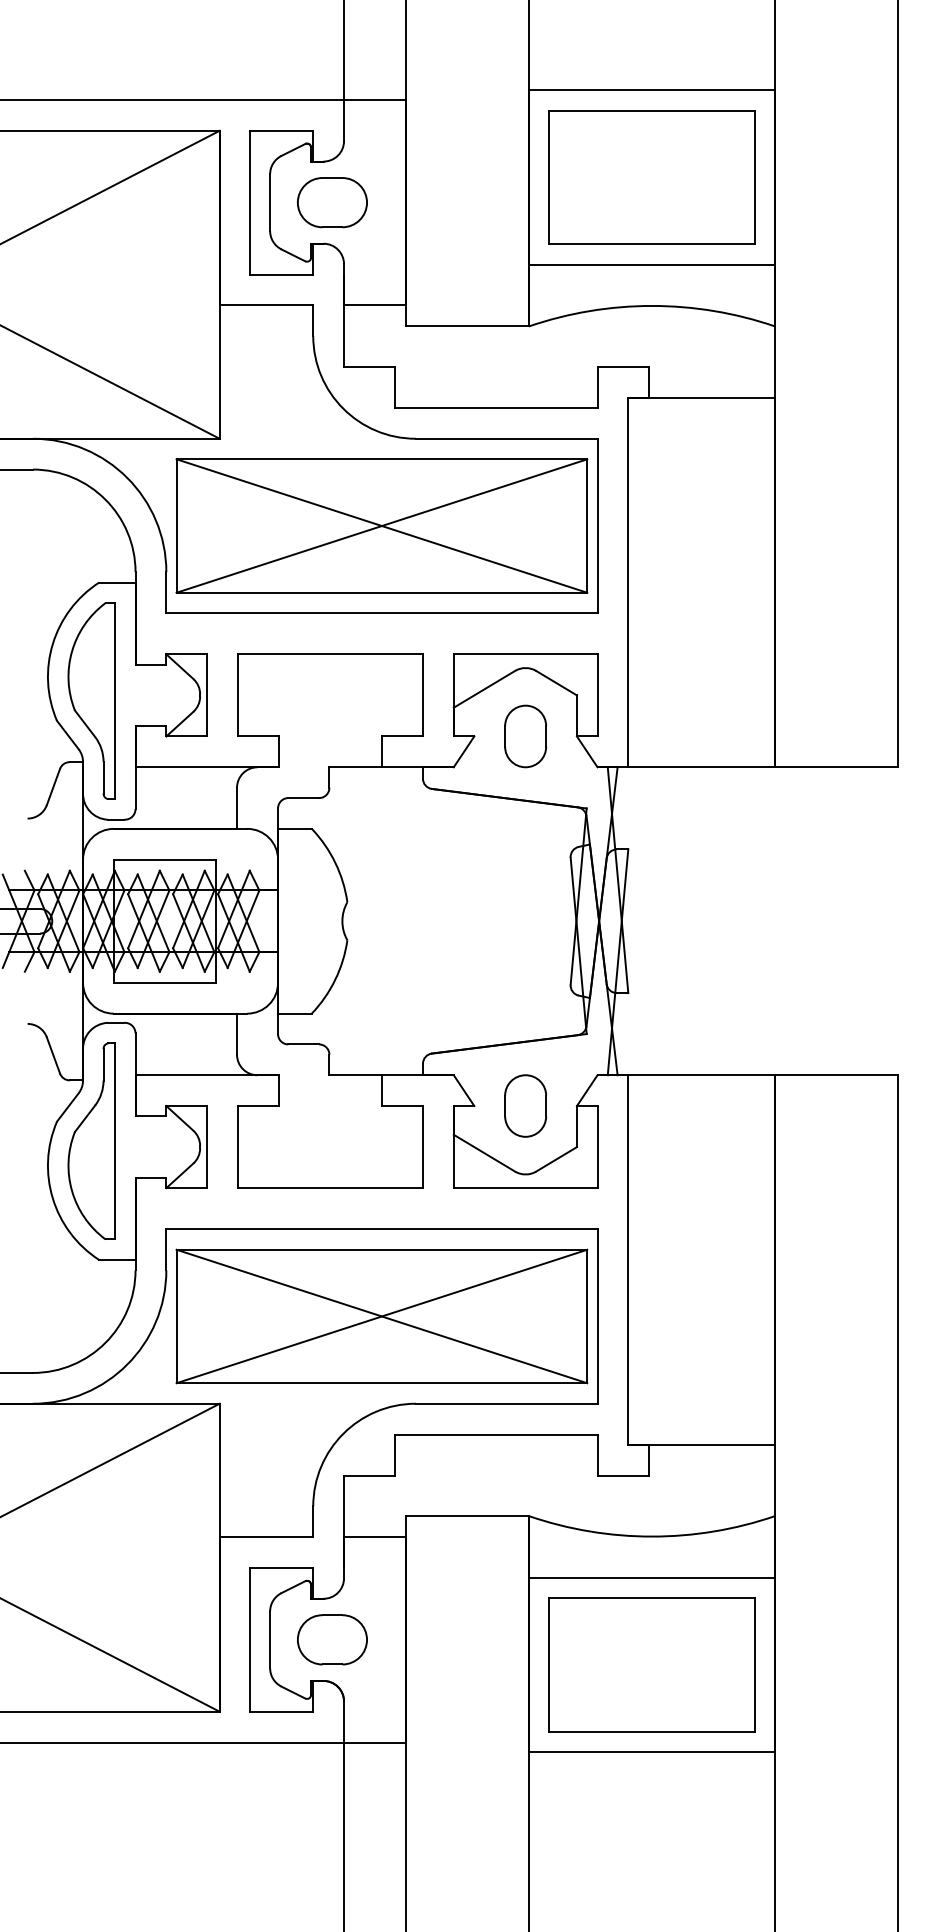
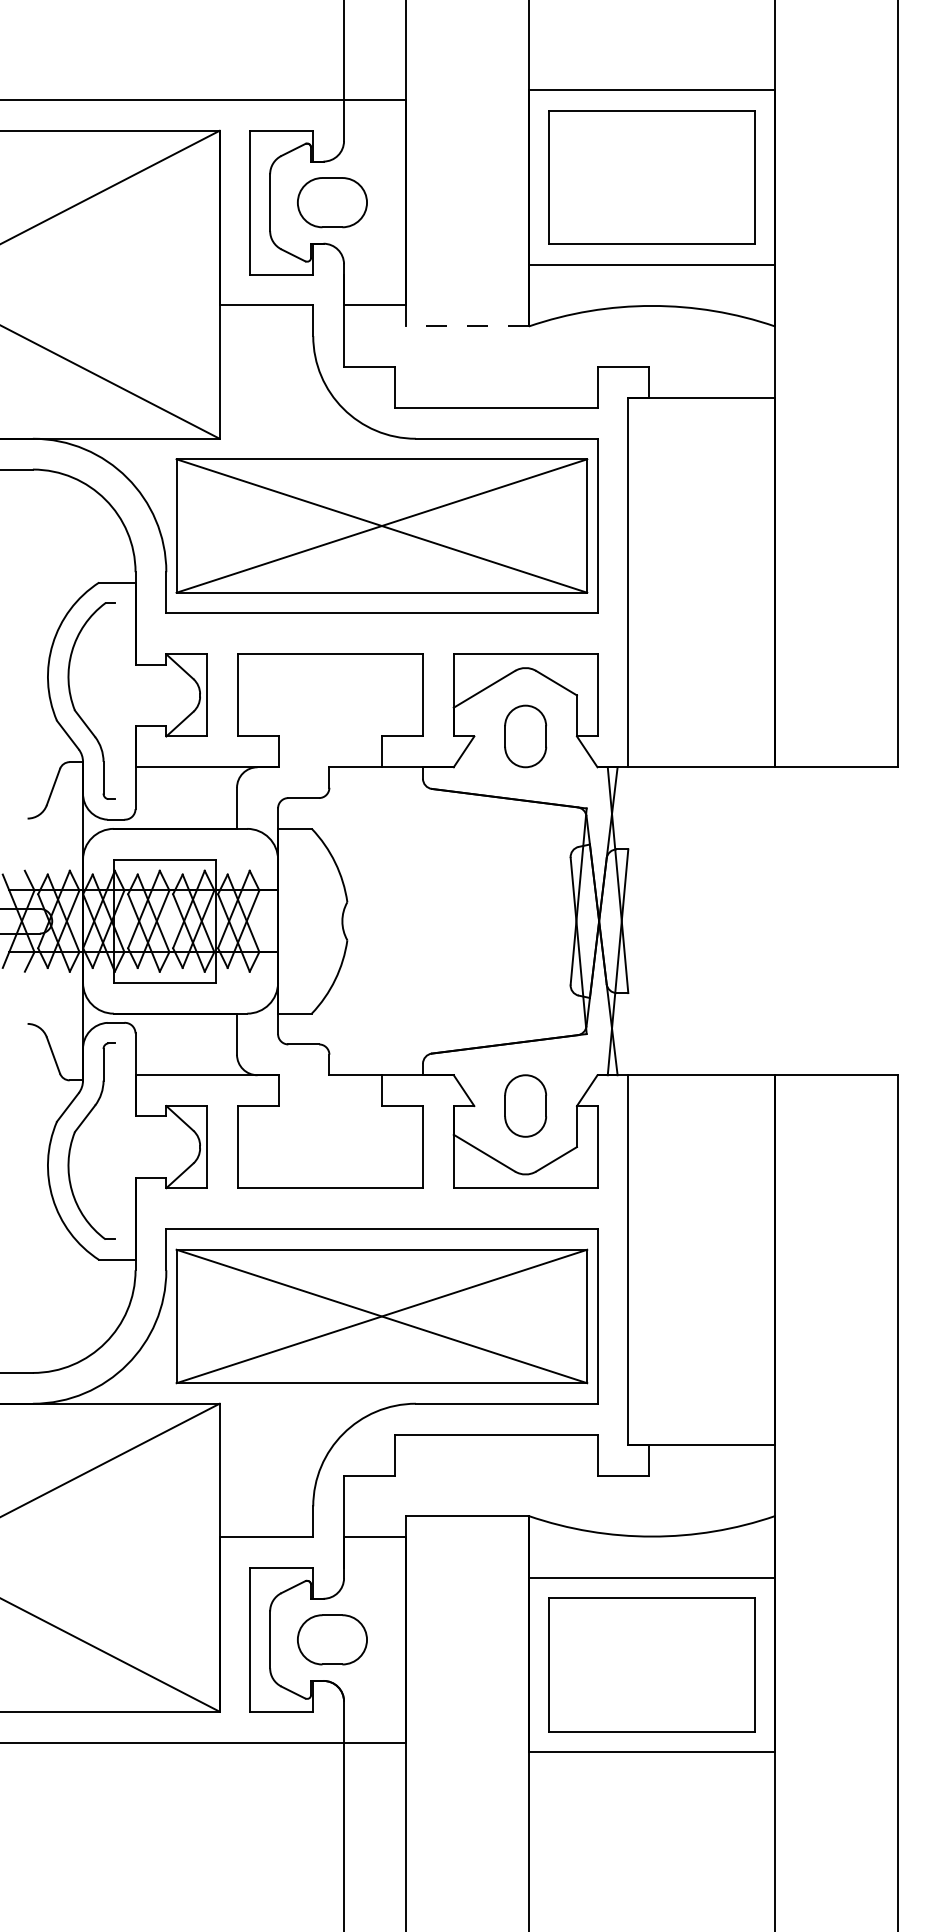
line at (467, 326): solid -> dashed
line at (115, 701): present -> none
line at (115, 1141): present -> none
